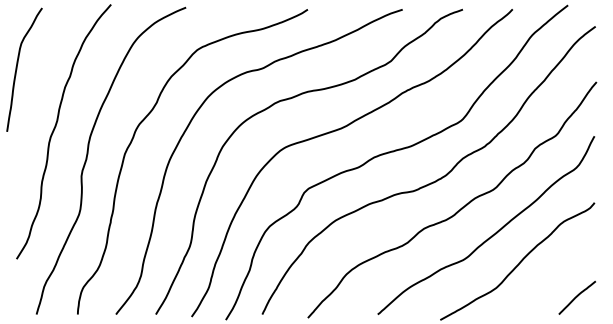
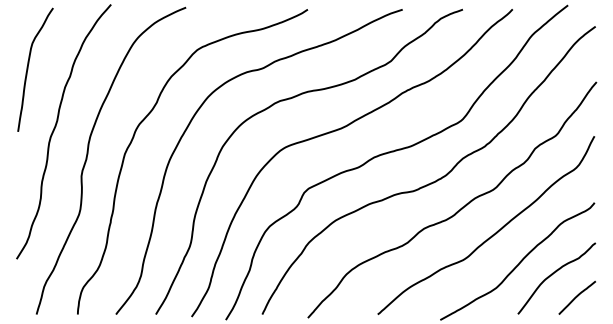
curve at (17, 69) position: (17, 69) -> (28, 69)
curve at (553, 274): none -> present
